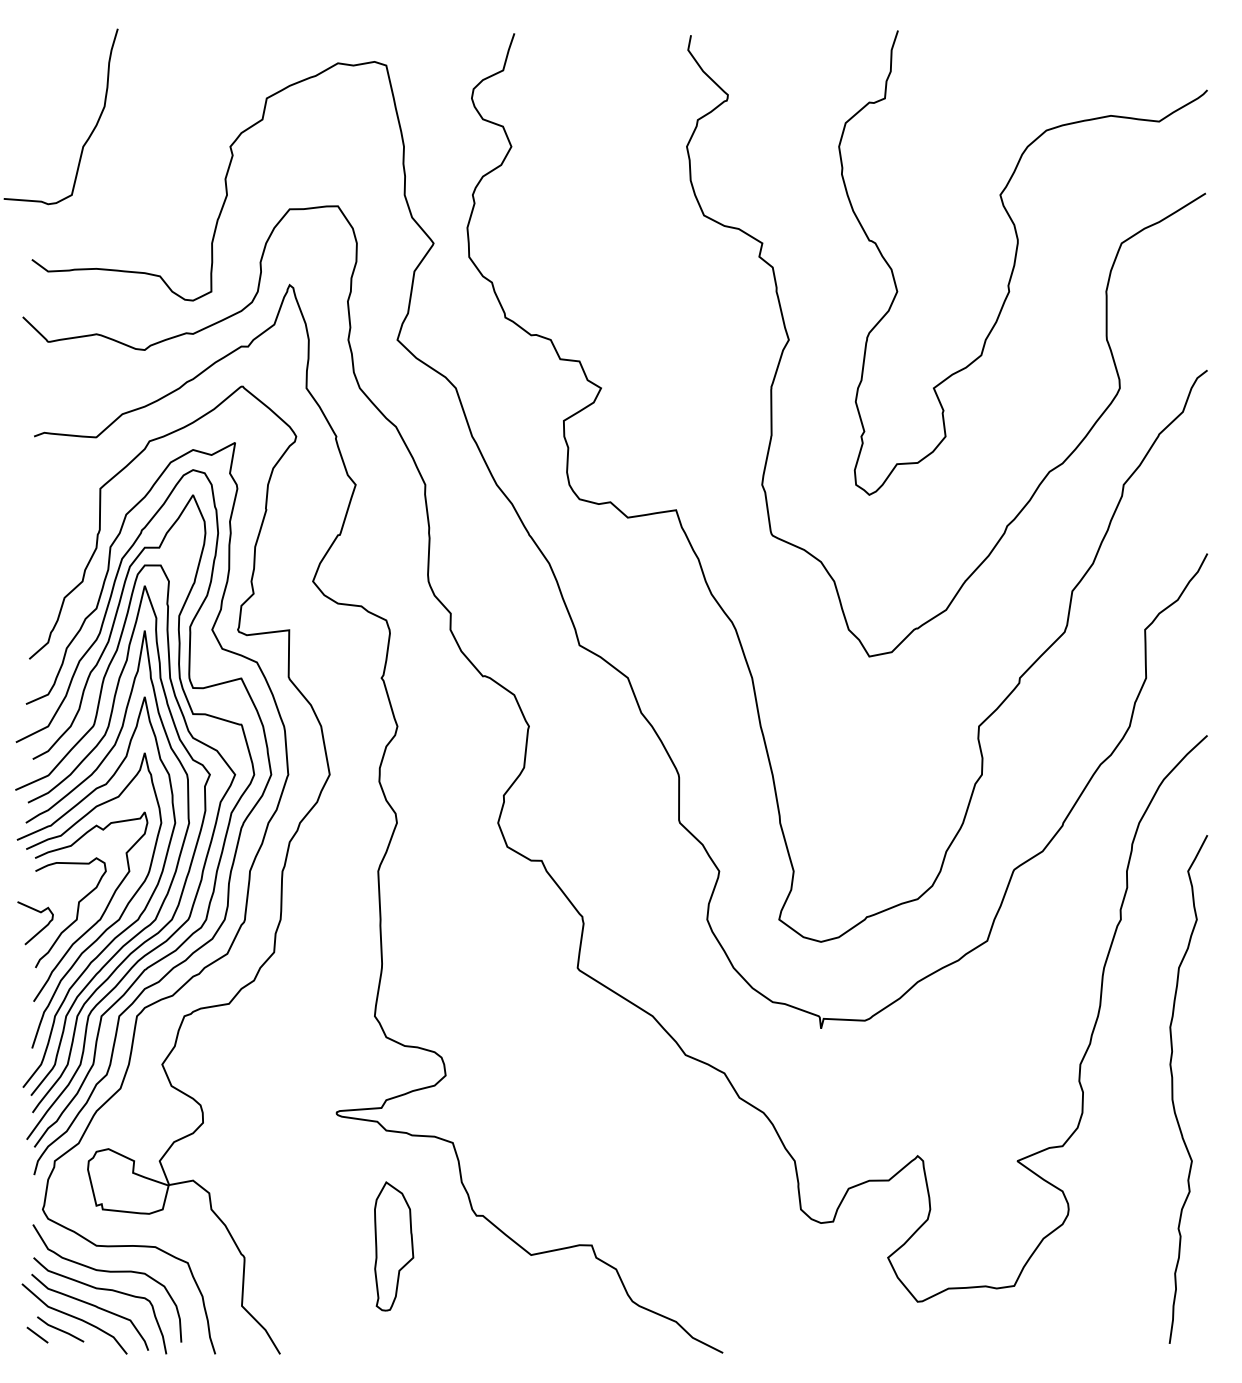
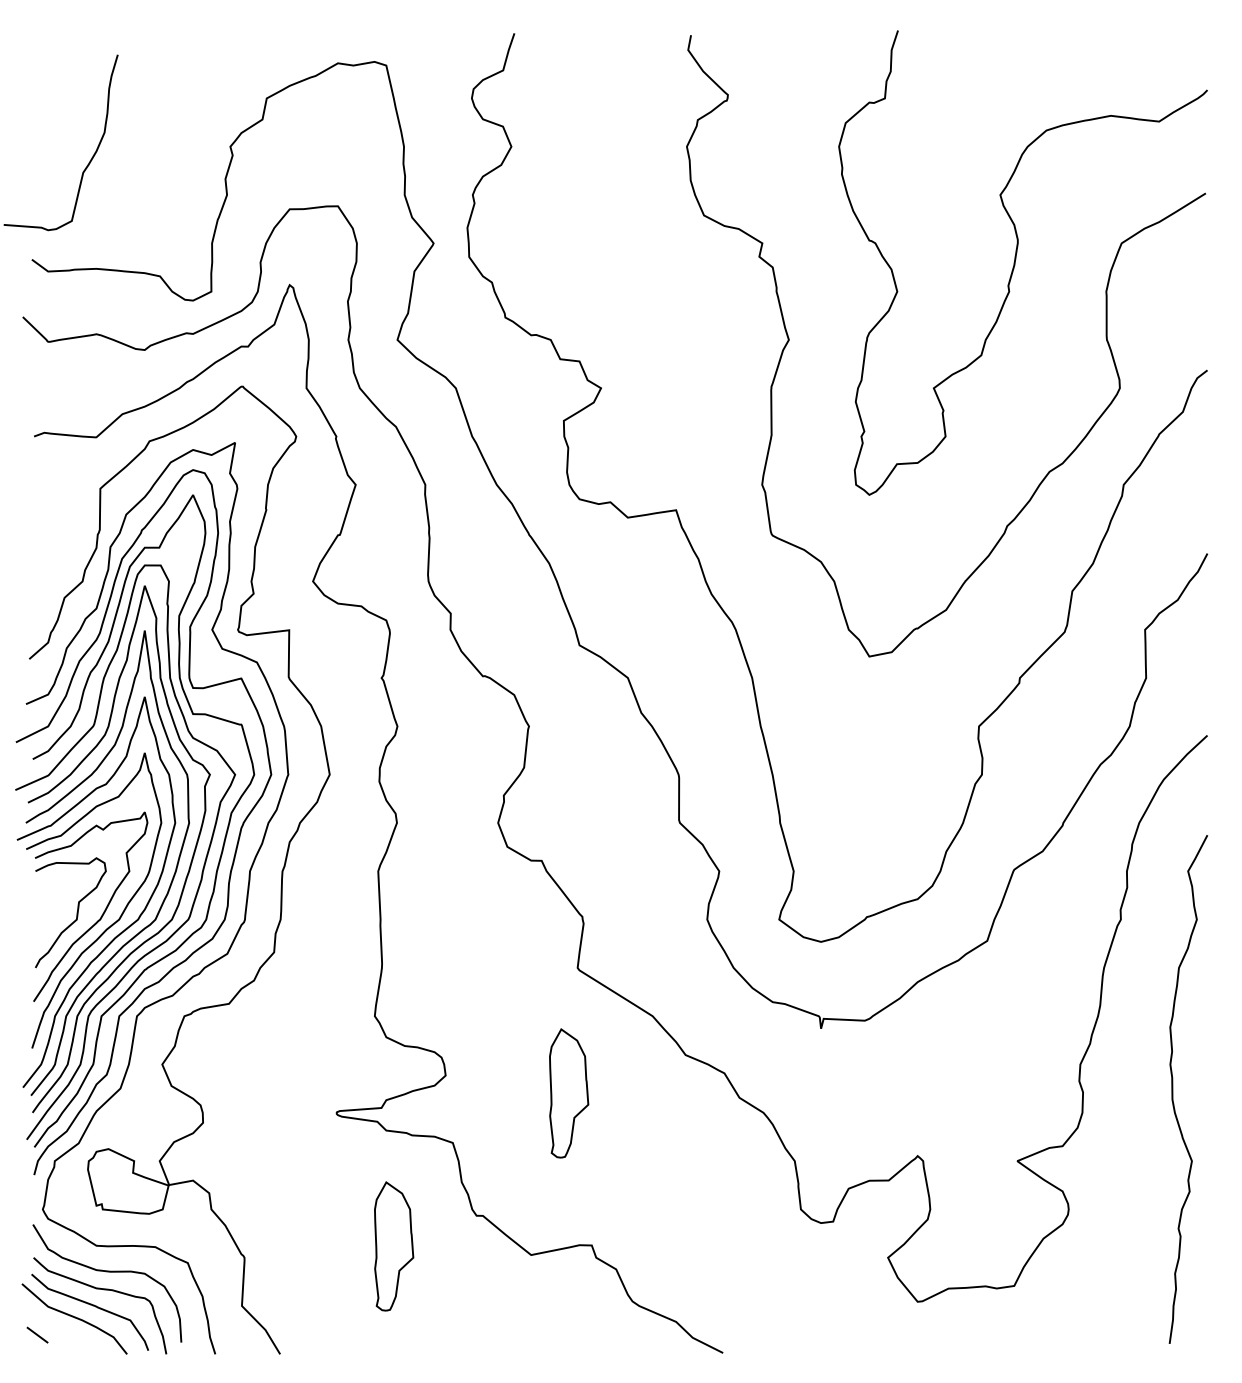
curve at (88, 136) position: (88, 136) -> (88, 162)
curve at (40, 929): present -> none
part at (569, 1093): none -> present
line at (60, 1329): present -> none
